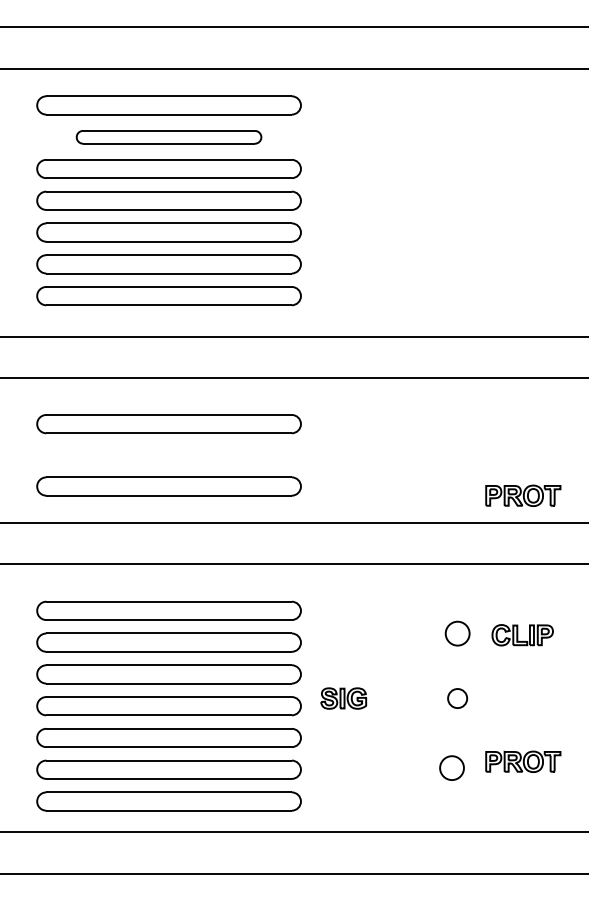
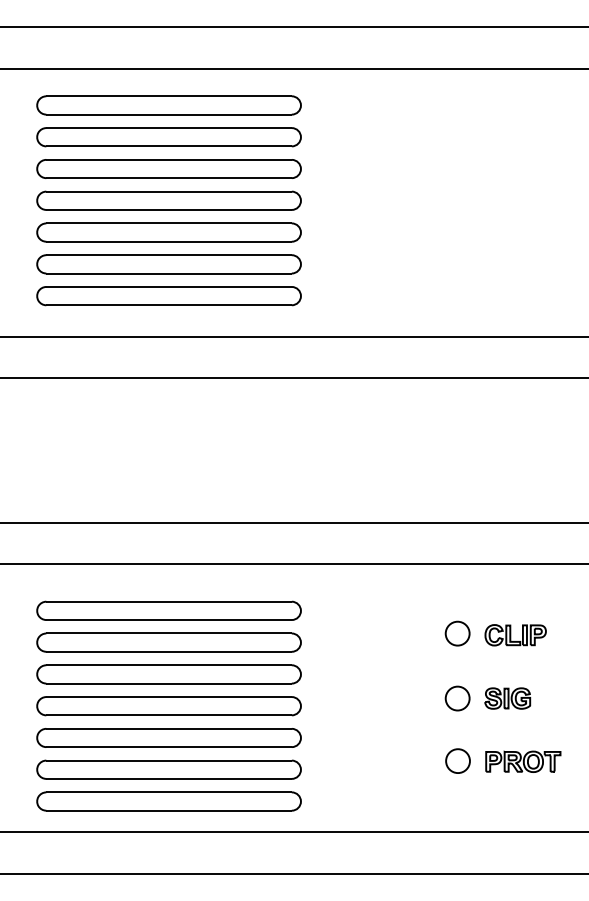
part at (168, 137) size: 188x15 px -> 266x21 px
part at (168, 424): present -> none
part at (168, 486): present -> none
part at (523, 495): present -> none
part at (522, 635) position: (522, 635) -> (515, 635)
part at (343, 698) position: (343, 698) -> (507, 698)
part at (457, 698) size: 22x21 px -> 27x27 px
part at (451, 767) position: (451, 767) -> (457, 760)
